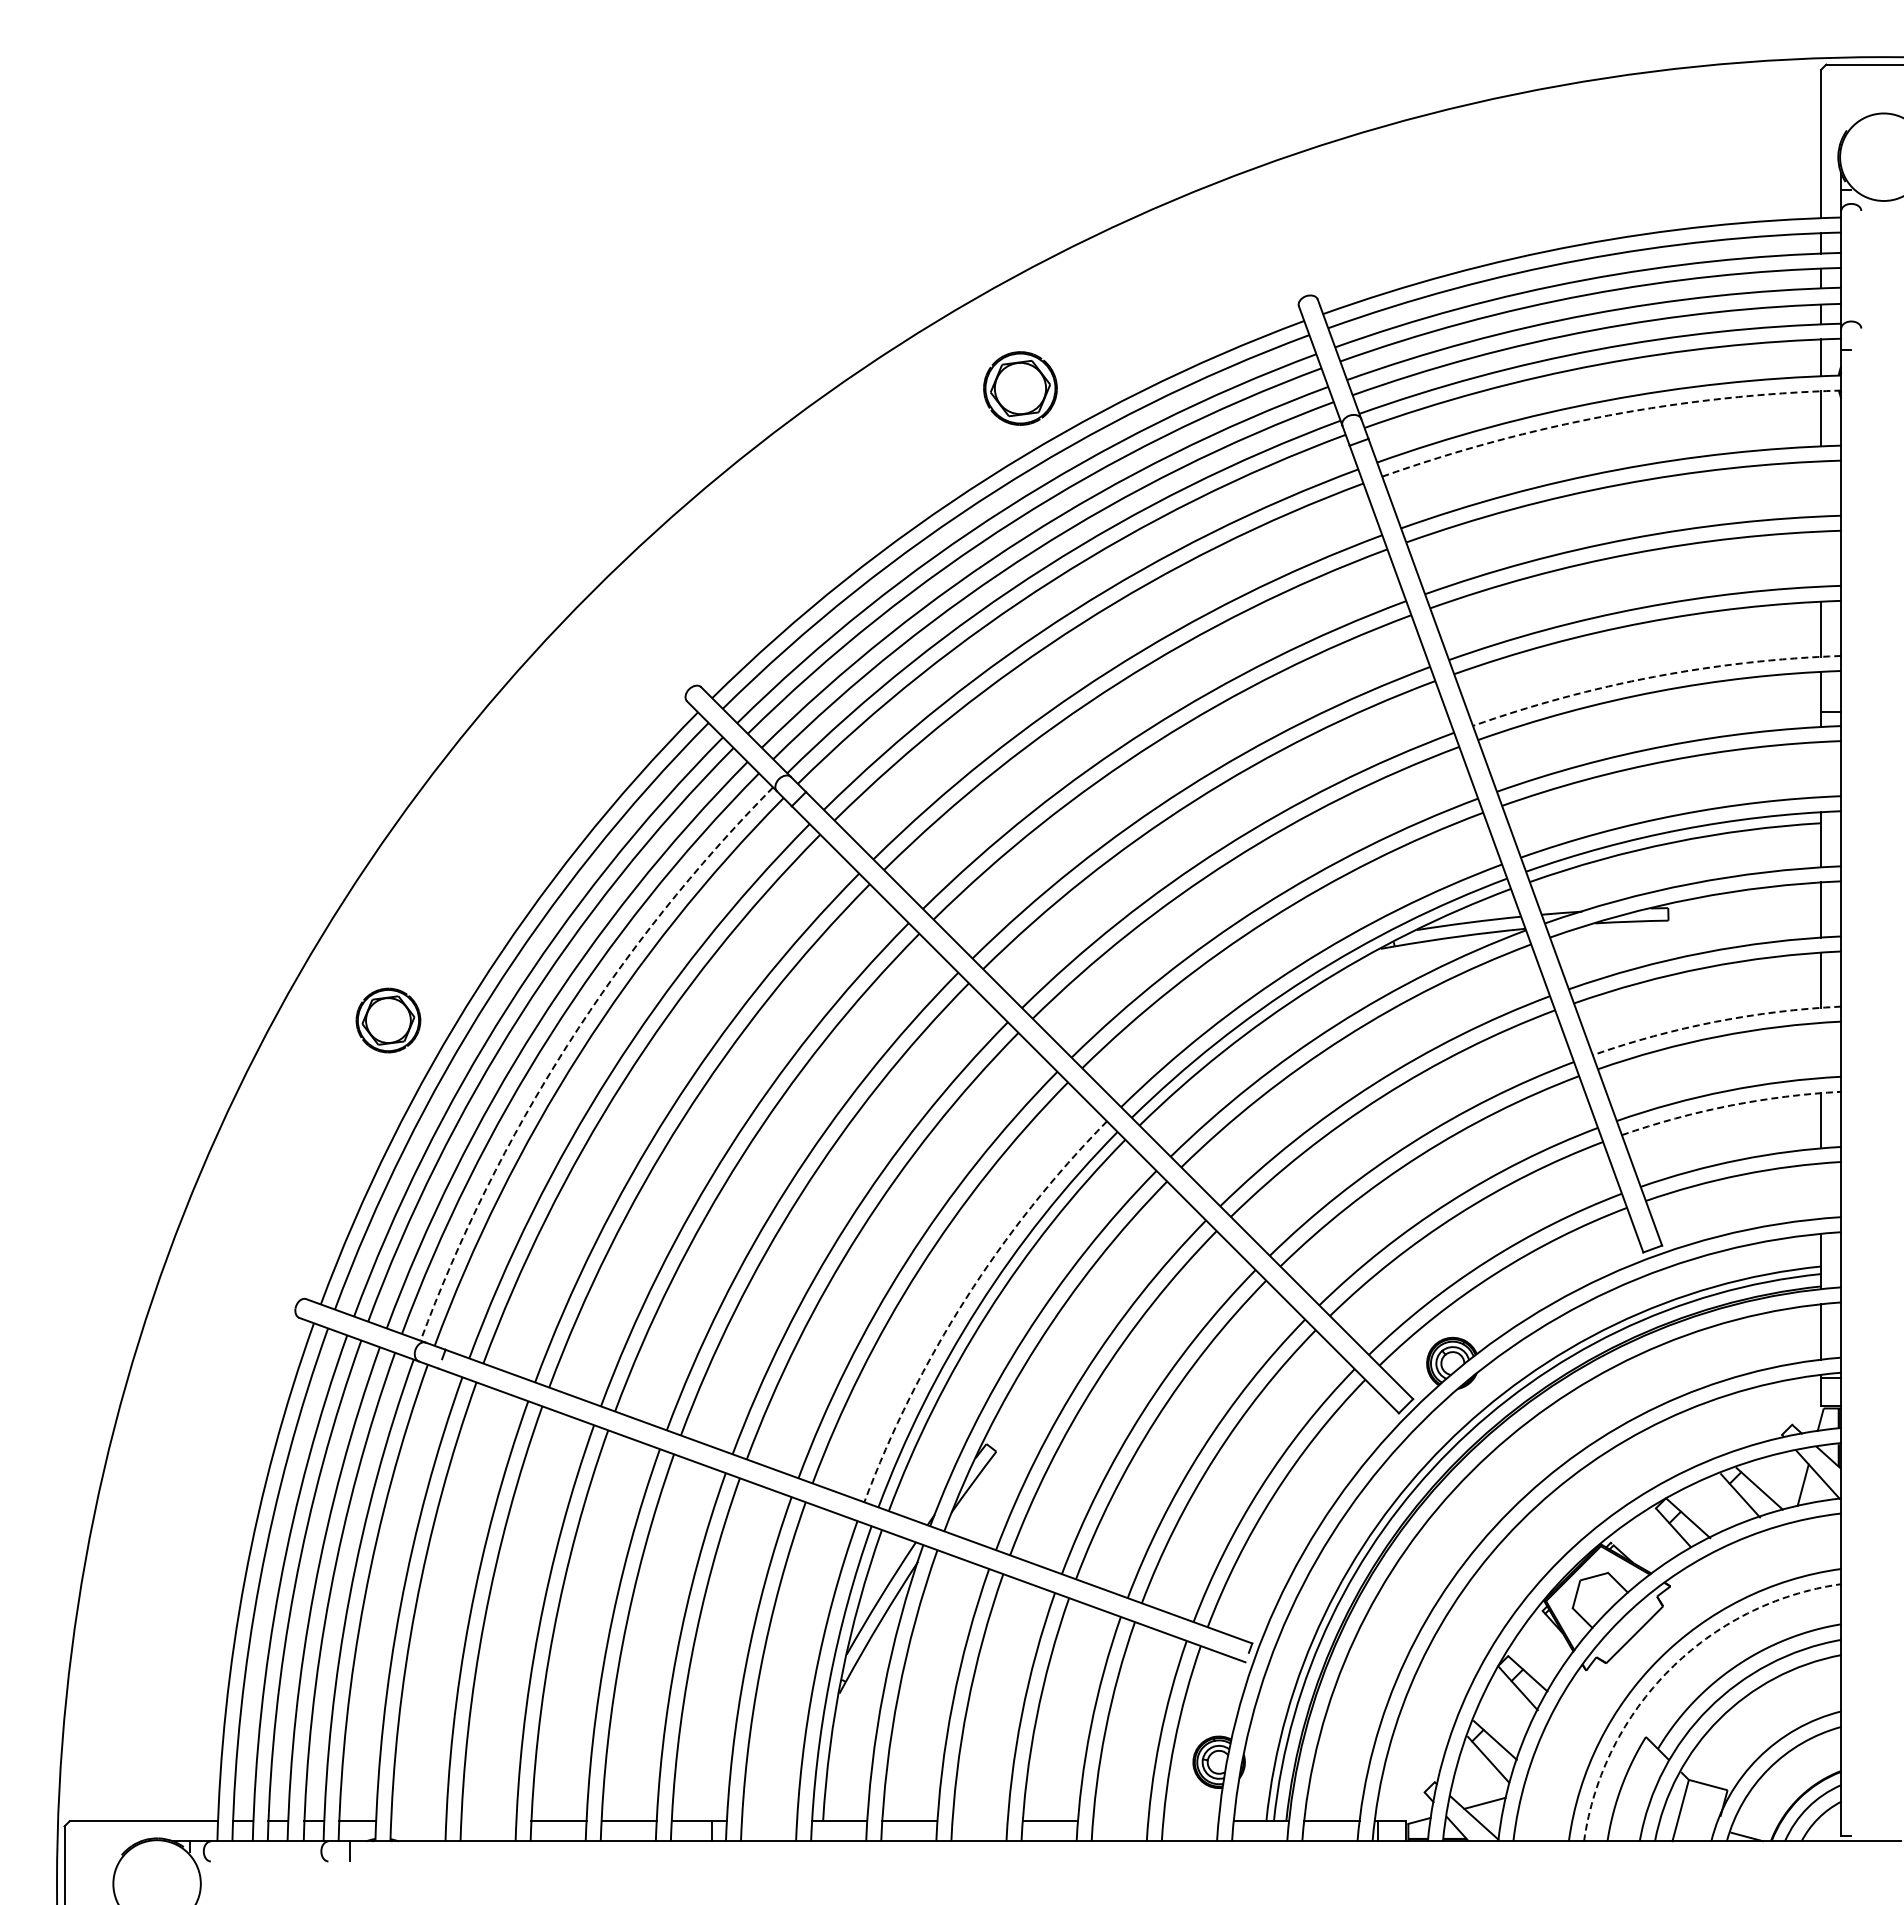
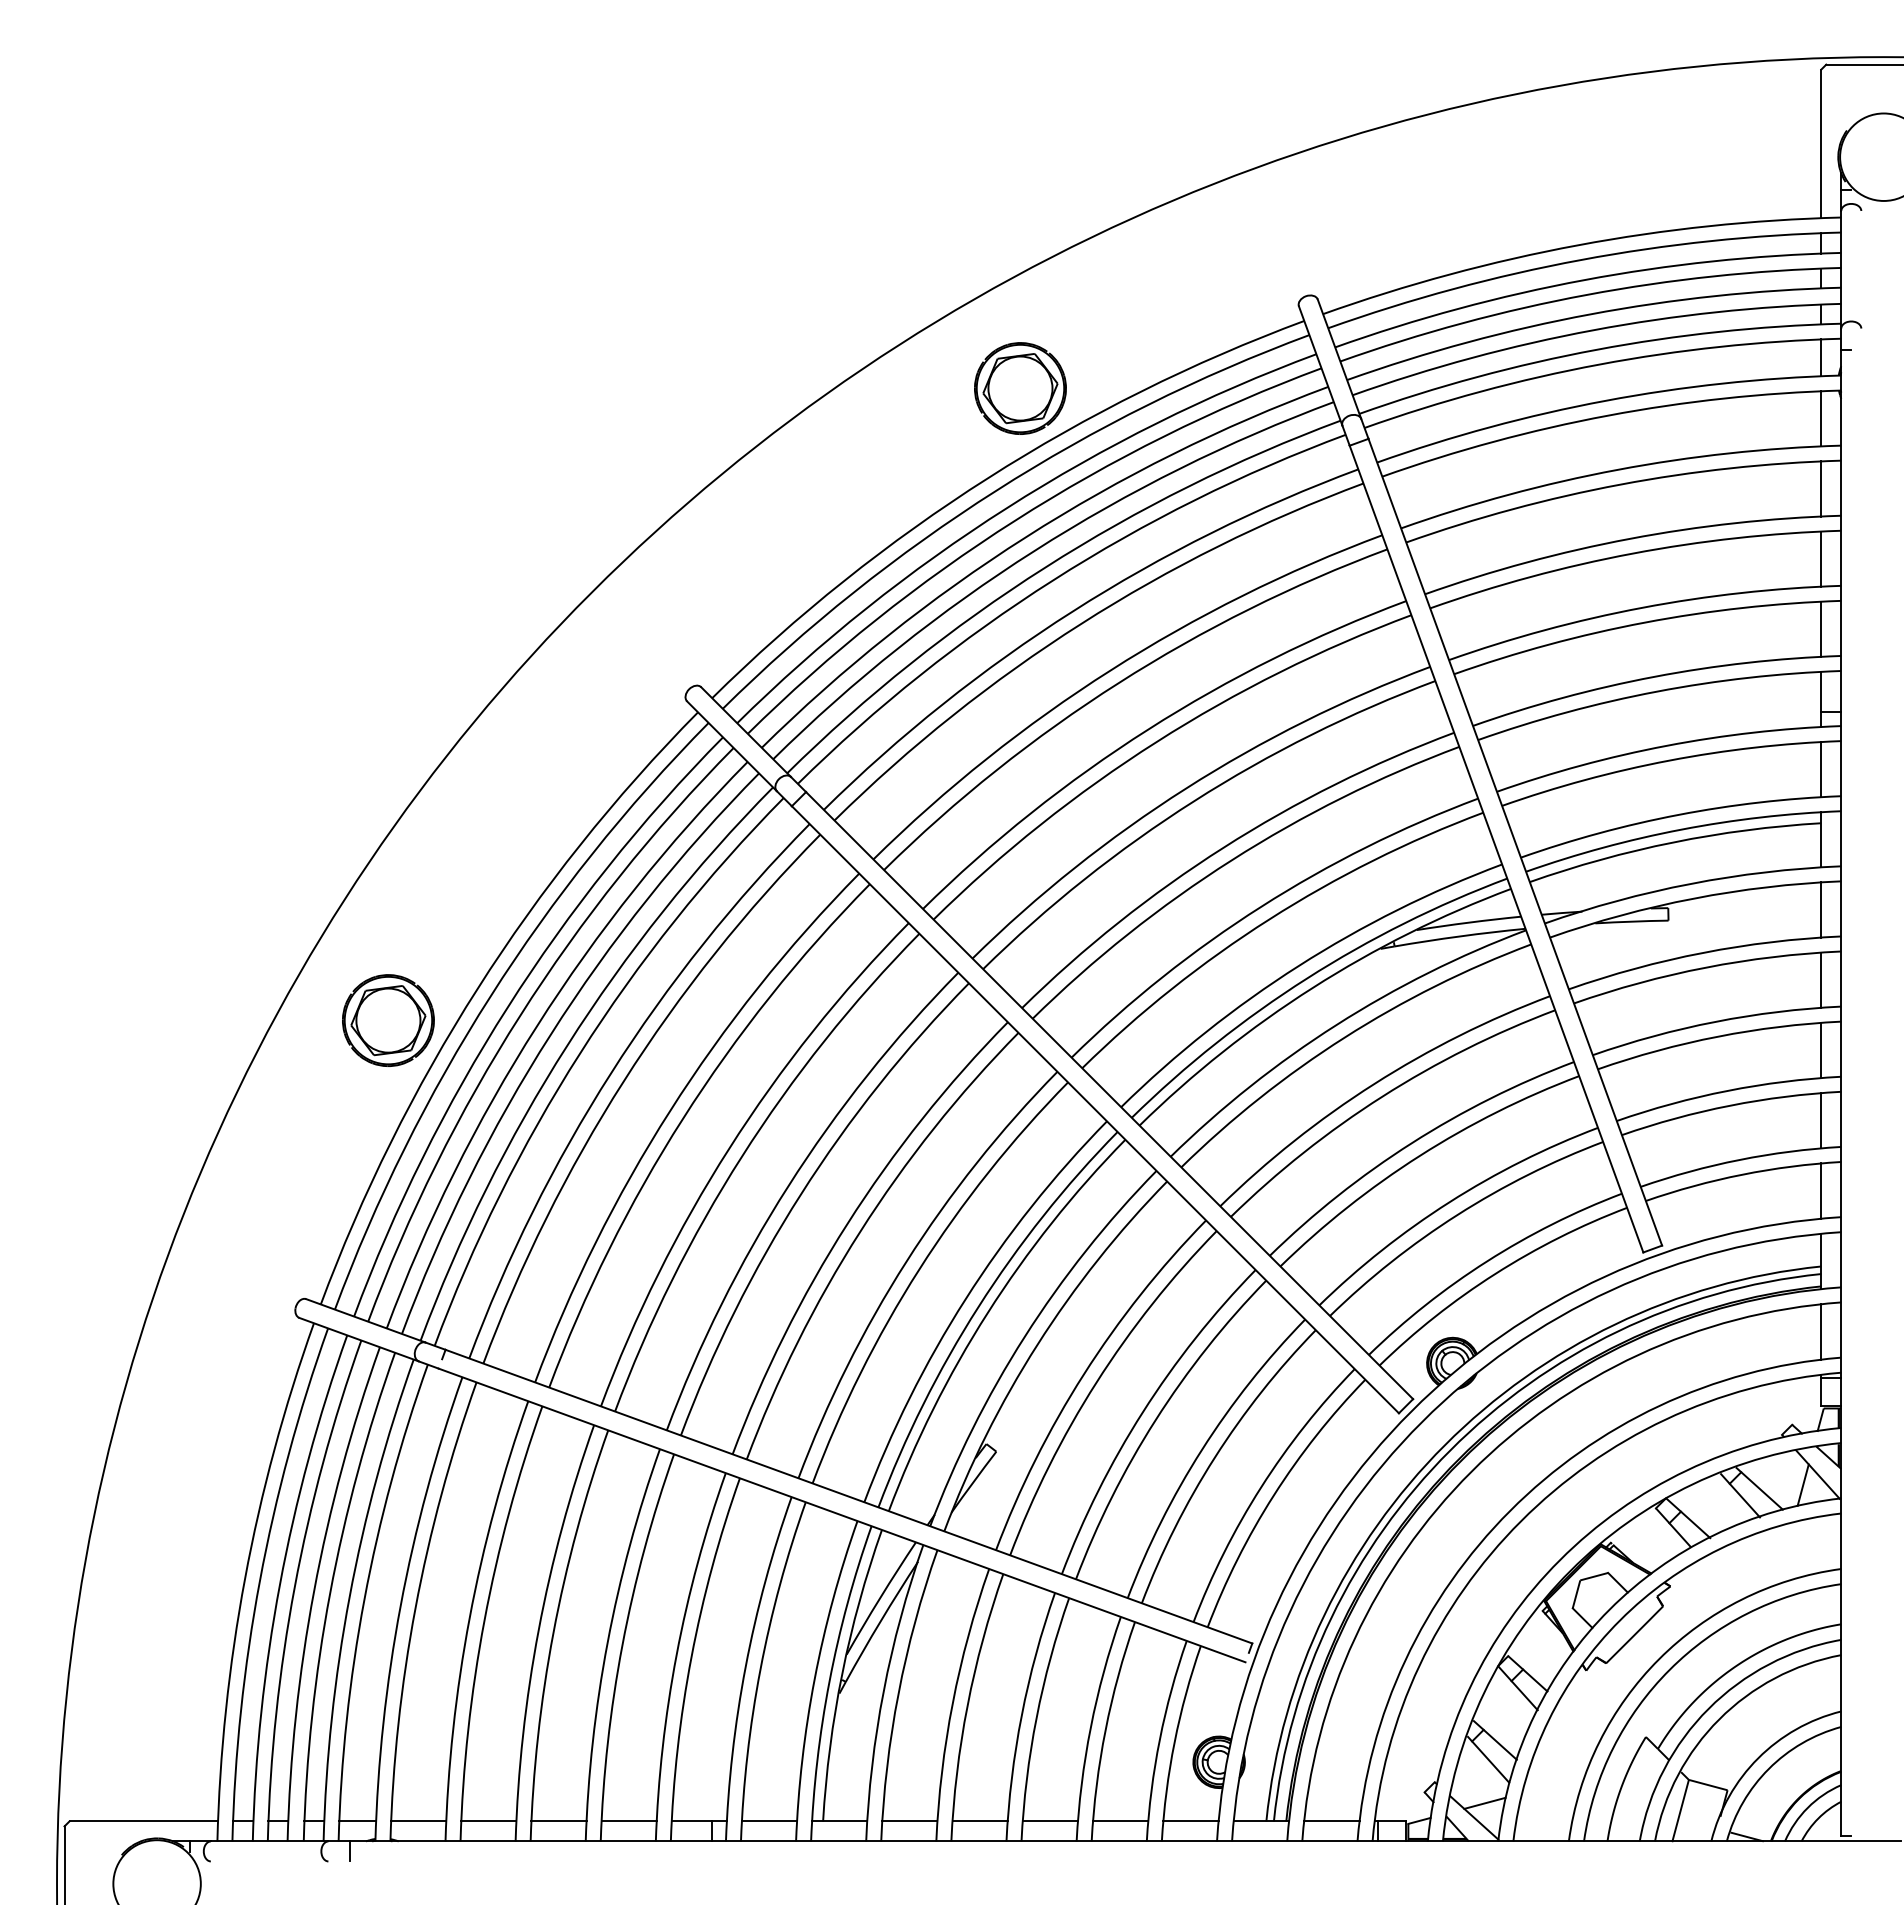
part at (1020, 388) size: 75x75 px -> 93x93 px
arc at (1608, 415): dashed -> solid
line at (1821, 488): none -> present
line at (1821, 558): none -> present
arc at (1654, 676): dashed -> solid
line at (1821, 769): none -> present
part at (388, 1020) size: 67x67 px -> 93x93 px
arc at (1715, 1021): dashed -> solid
arc at (567, 1045): dashed -> solid
line at (1821, 1050): none -> present
arc at (1730, 1105): dashed -> solid
line at (1821, 1190): none -> present
arc at (965, 1299): dashed -> solid
arc at (1669, 1669): dashed -> solid
line at (418, 1821): none -> present
line at (488, 1821): none -> present
line at (769, 1821): none -> present
line at (979, 1821): none -> present
line at (1120, 1821): none -> present
line at (1190, 1821): none -> present
